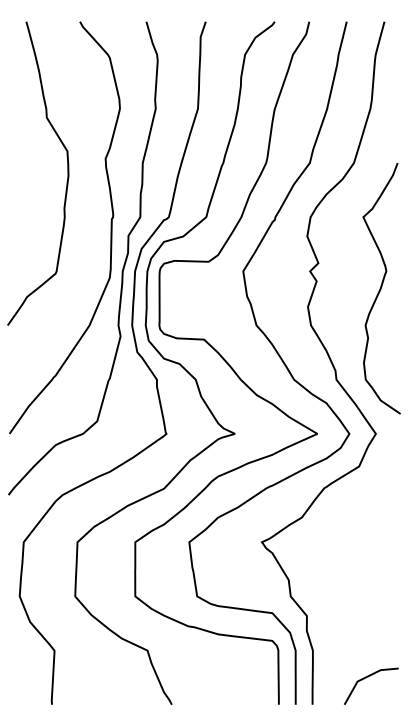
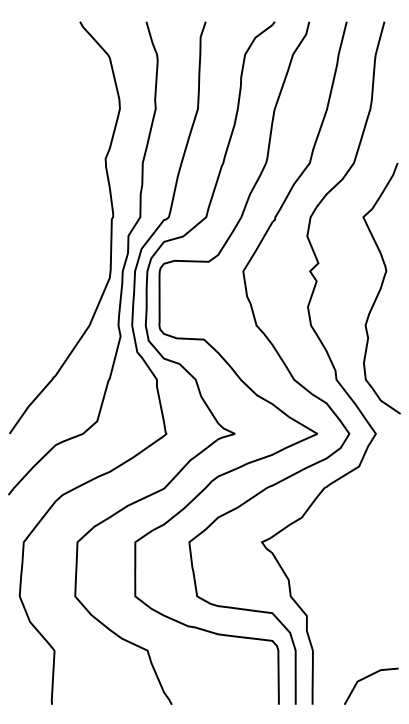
curve at (67, 173): present -> none
